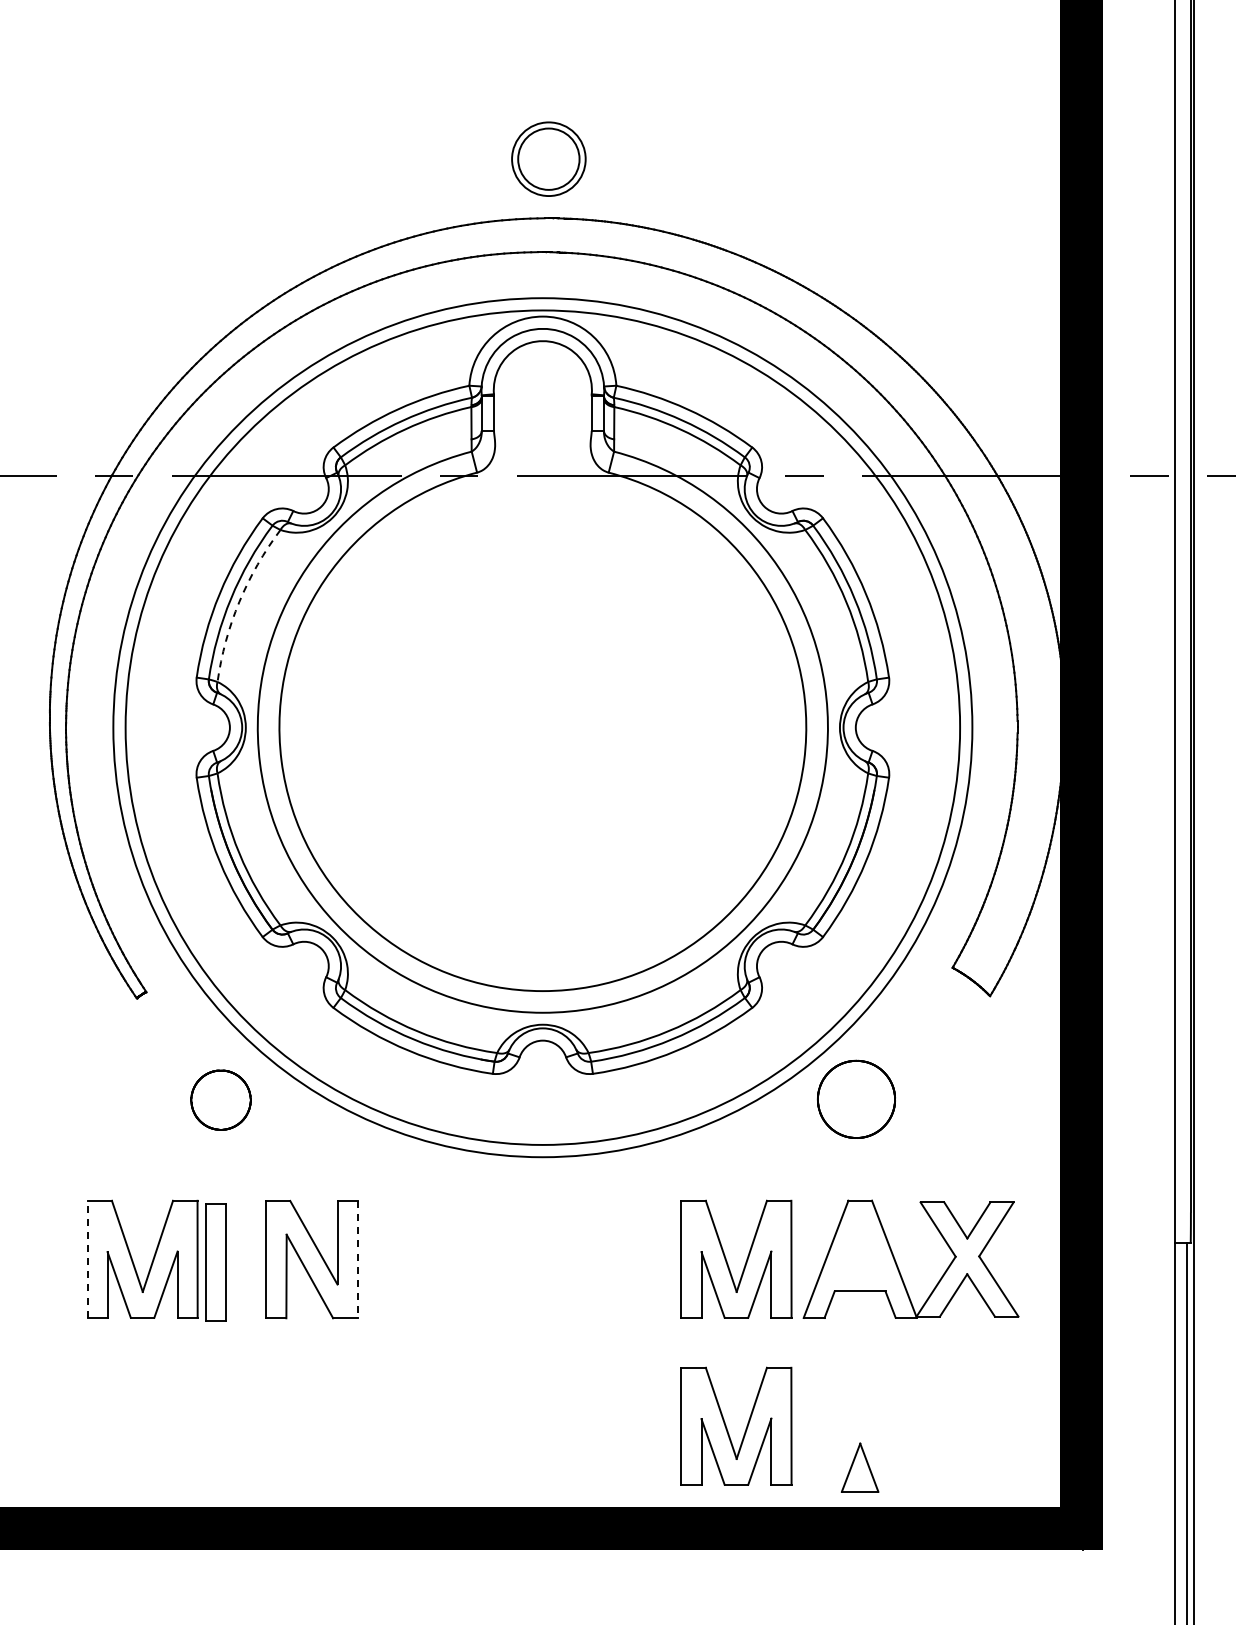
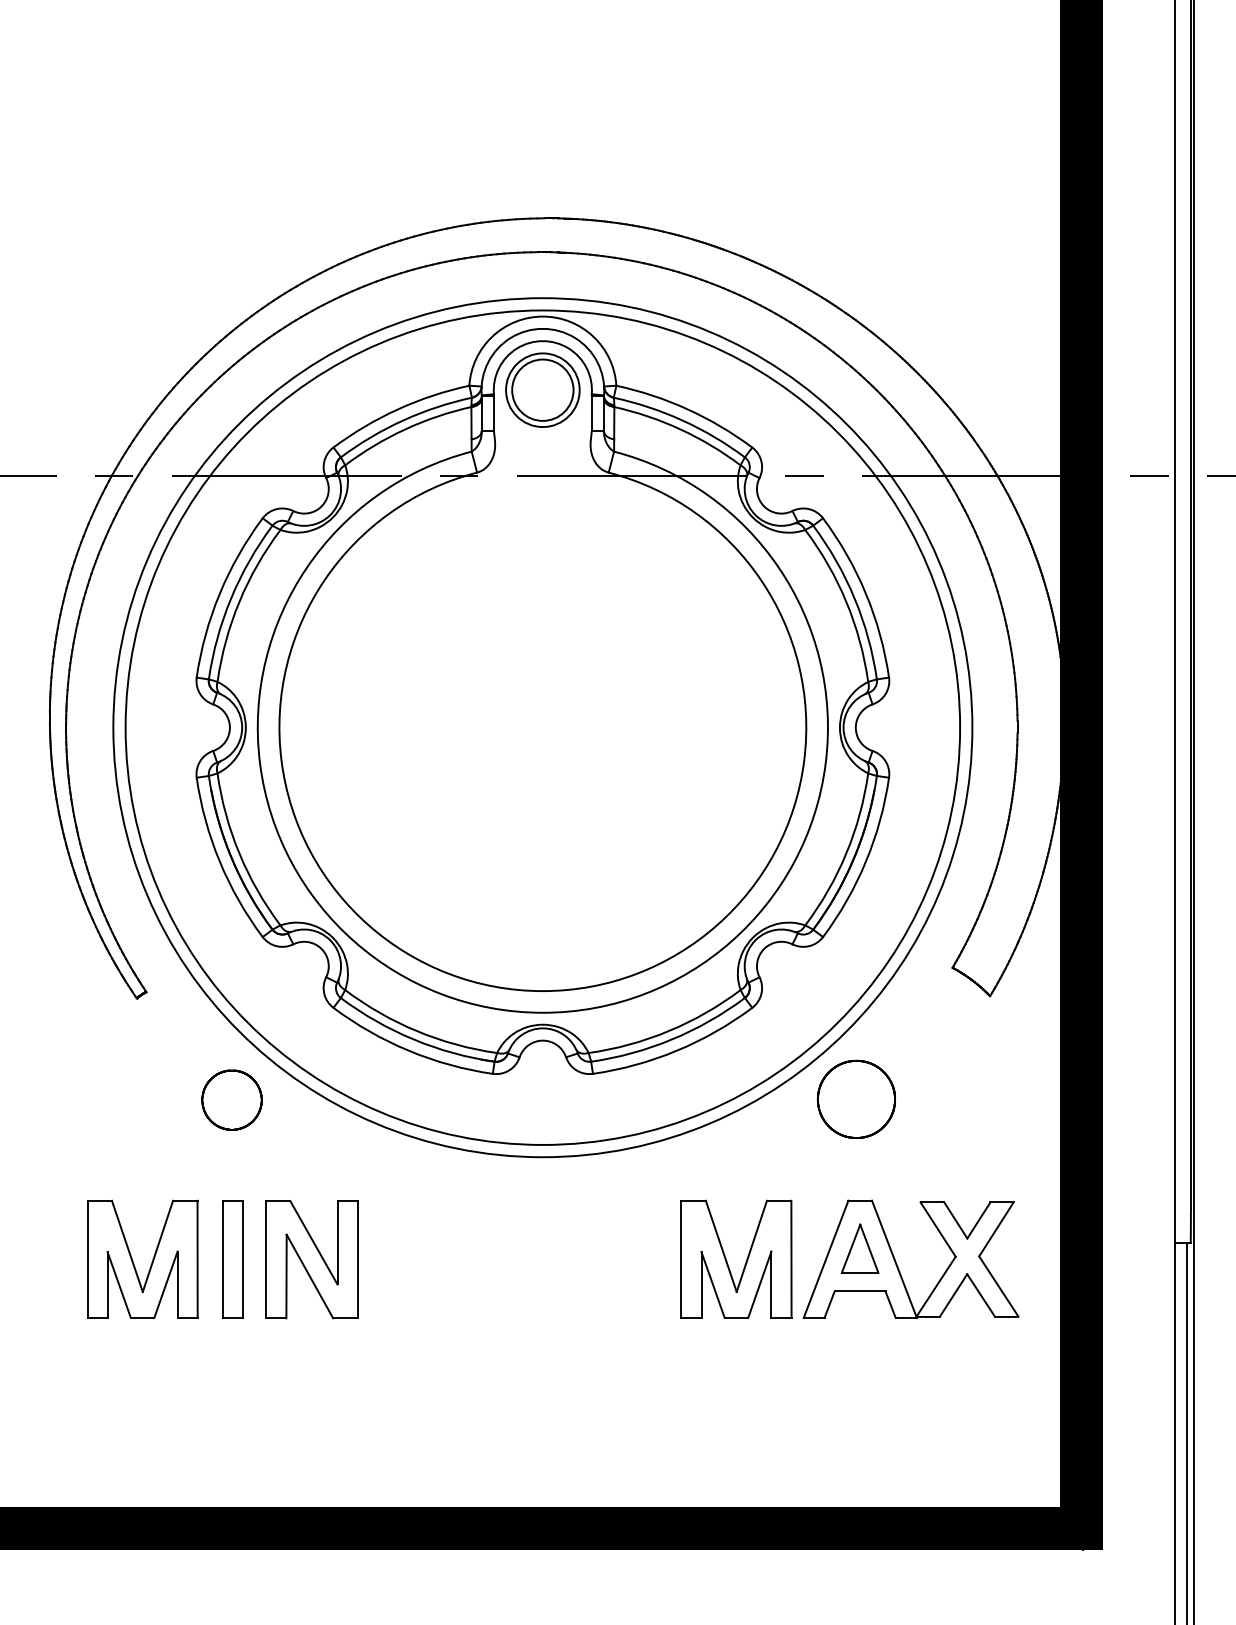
part at (548, 158) position: (548, 158) -> (542, 389)
arc at (239, 601): dashed -> solid
part at (220, 1099) position: (220, 1099) -> (231, 1099)
line at (87, 1258): dashed -> solid
line at (357, 1259): dashed -> solid
part at (215, 1262) position: (215, 1262) -> (232, 1259)
part at (727, 1428): present -> none
part at (859, 1467) position: (859, 1467) -> (859, 1248)
